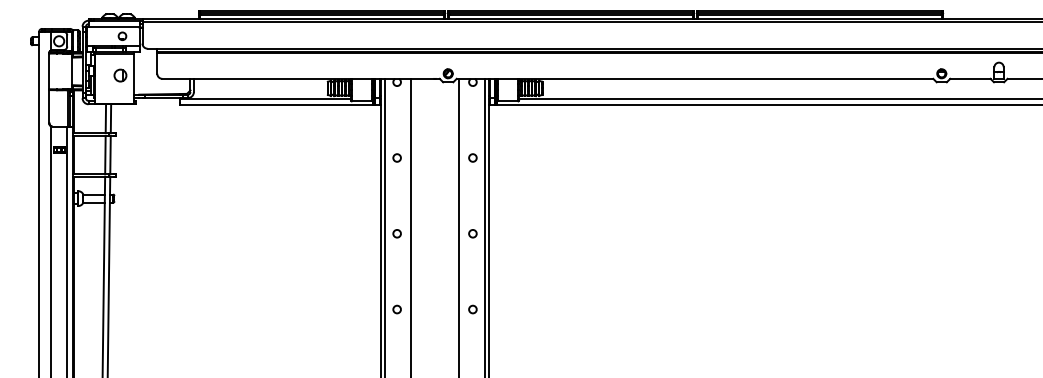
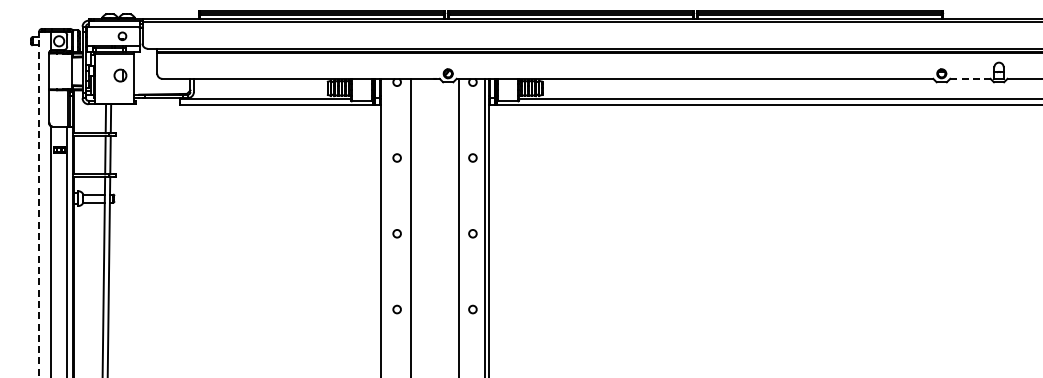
line at (970, 78): solid -> dashed
line at (39, 204): solid -> dashed
line at (384, 226): present -> none
